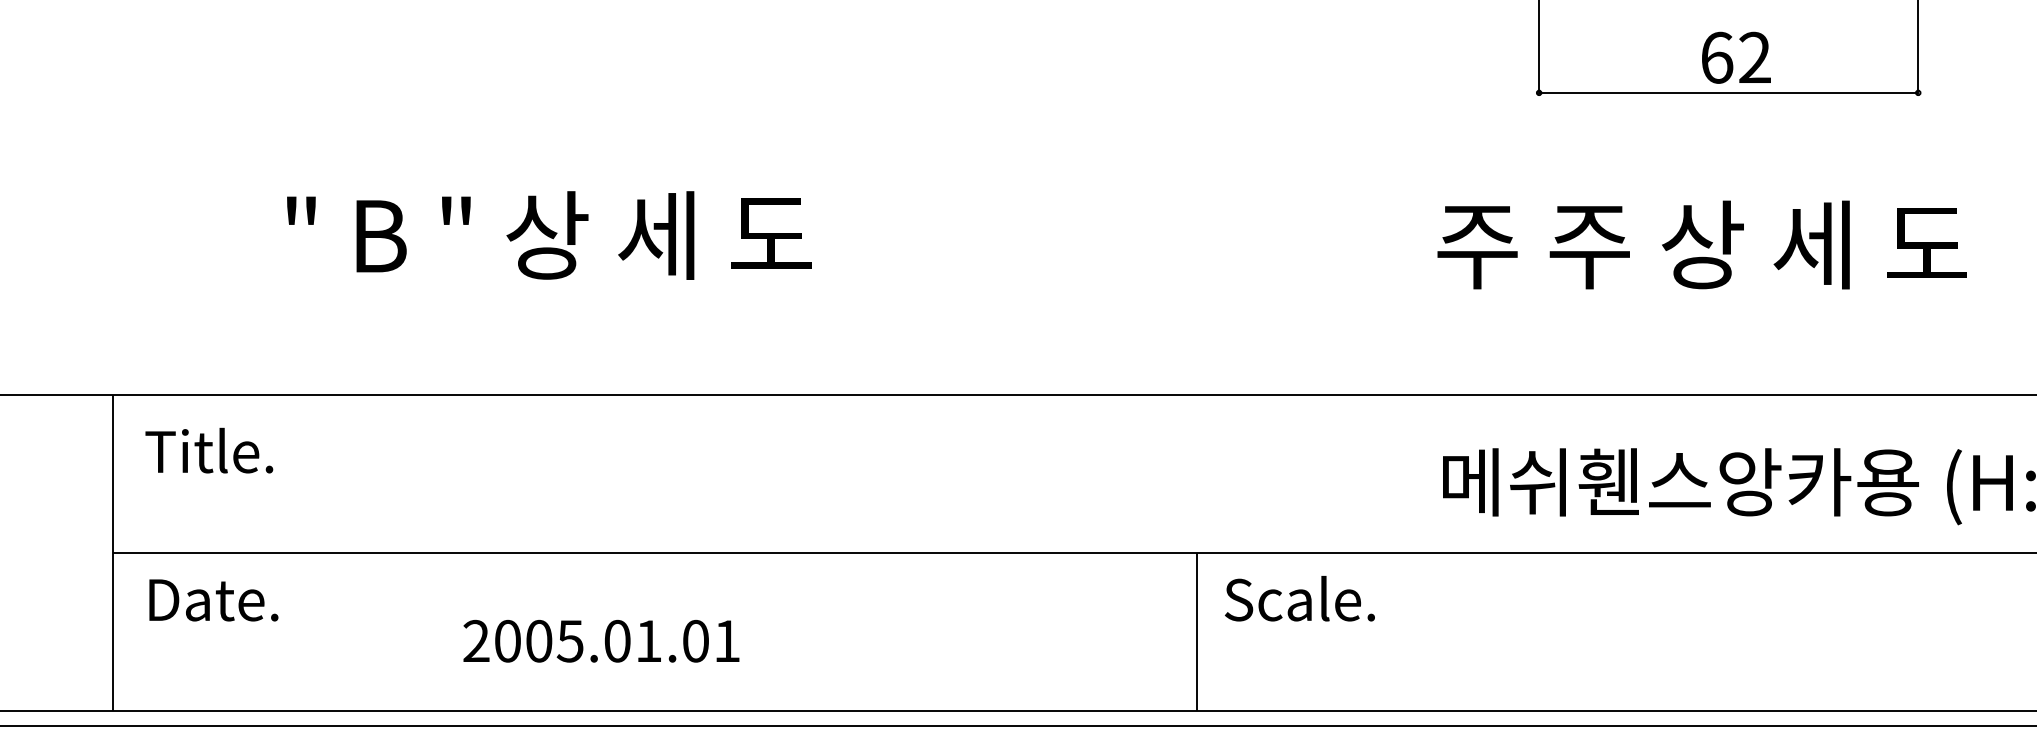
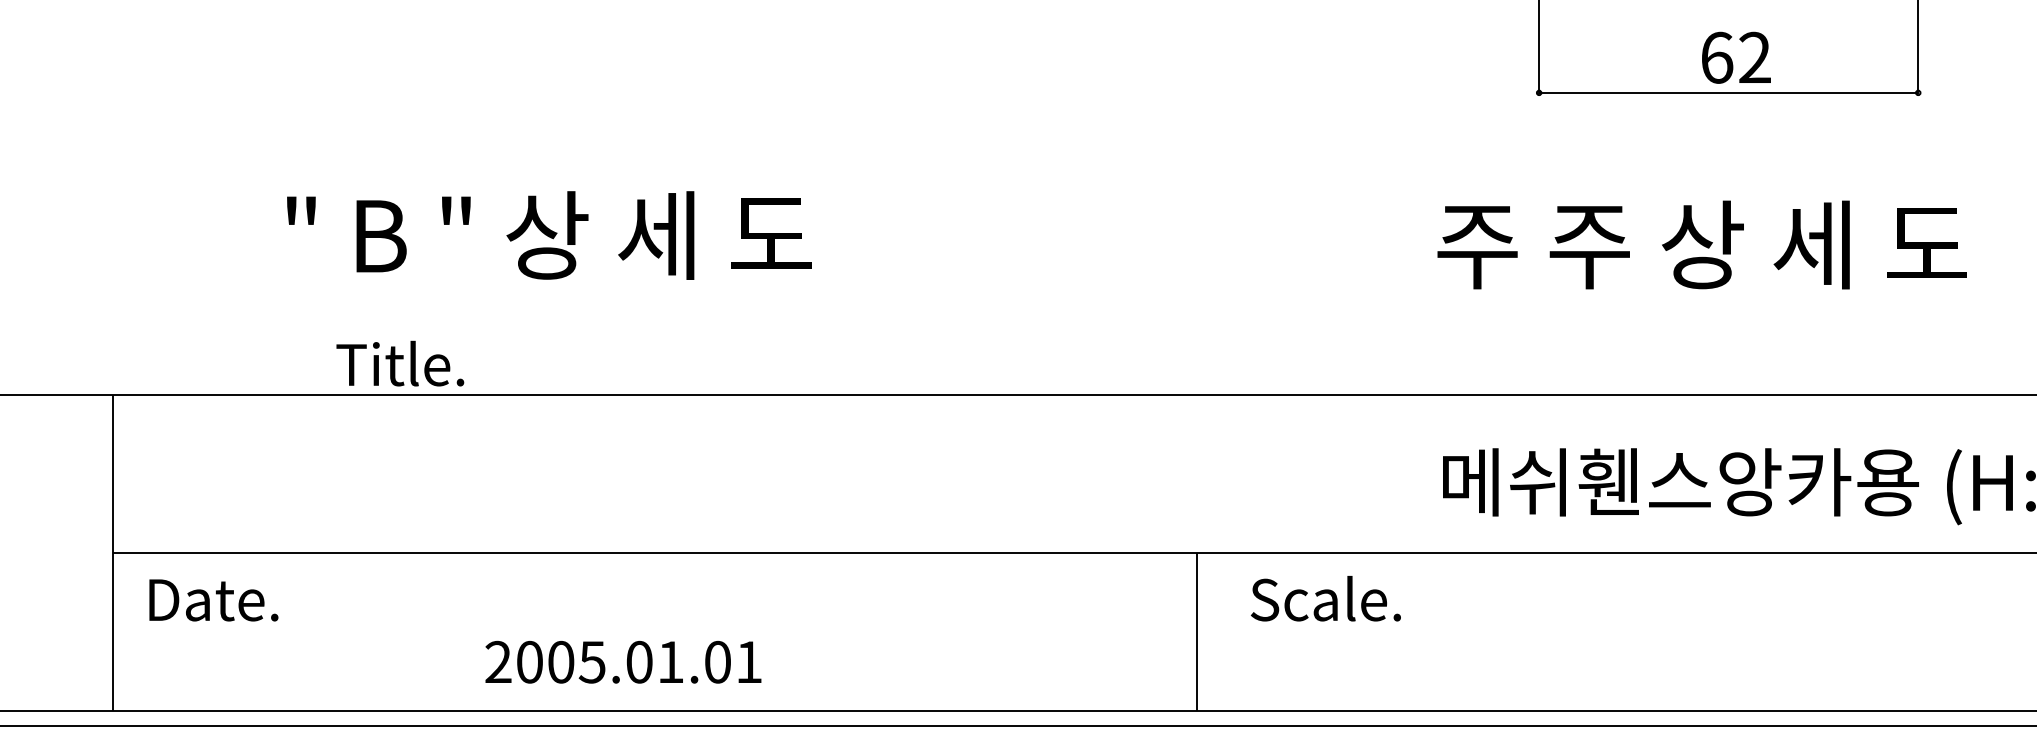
text at (209, 450) position: (209, 450) -> (400, 363)
text at (1299, 598) position: (1299, 598) -> (1325, 598)
text at (601, 640) position: (601, 640) -> (623, 661)
